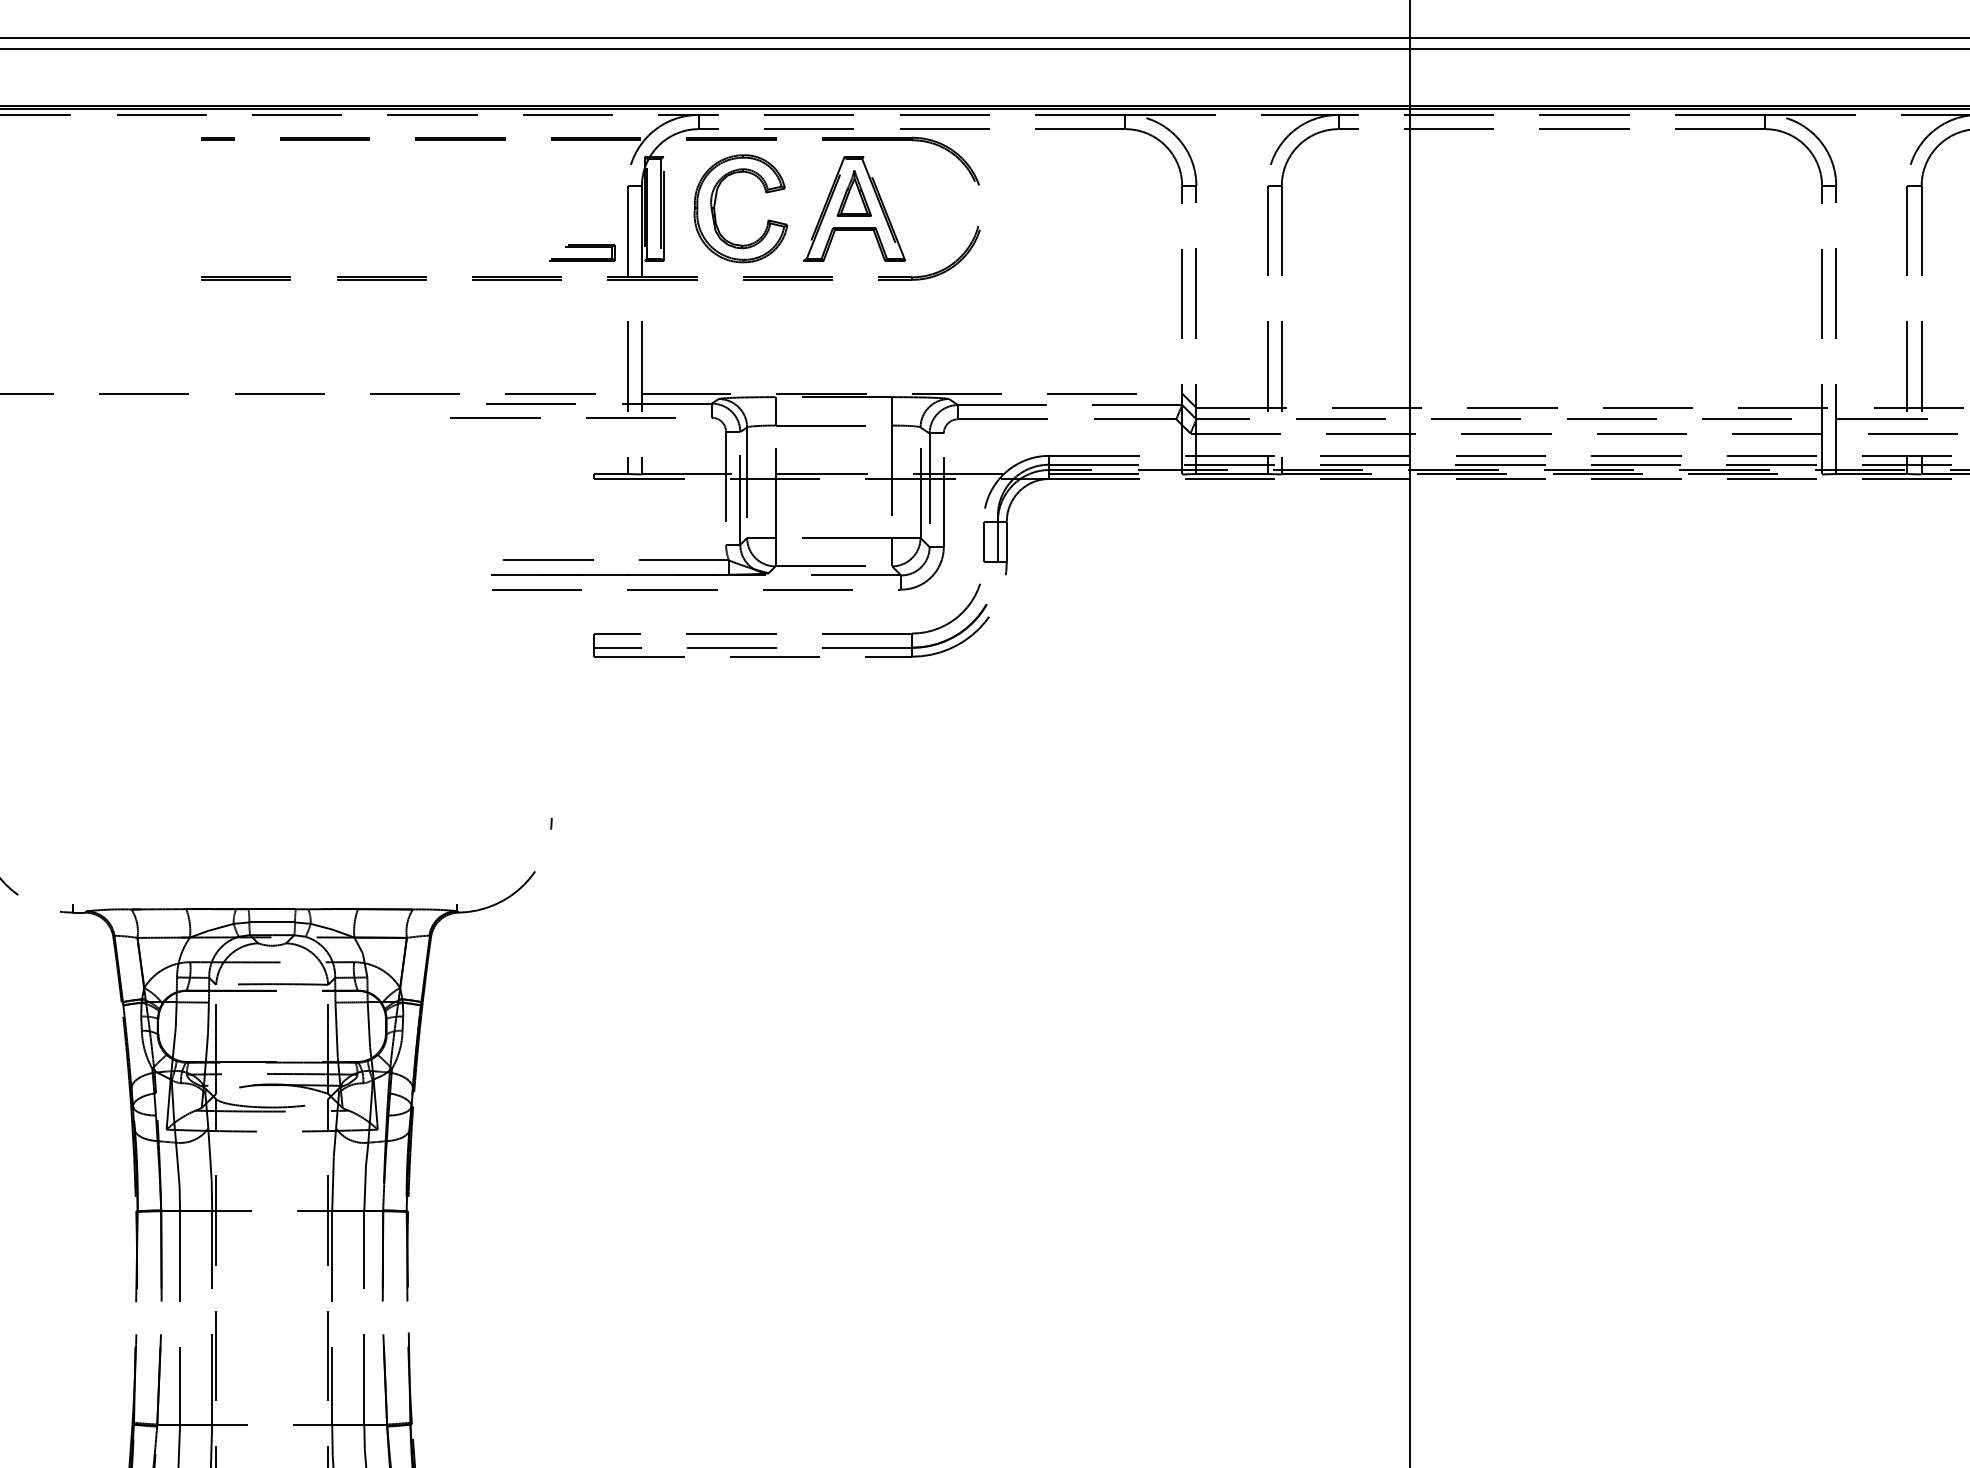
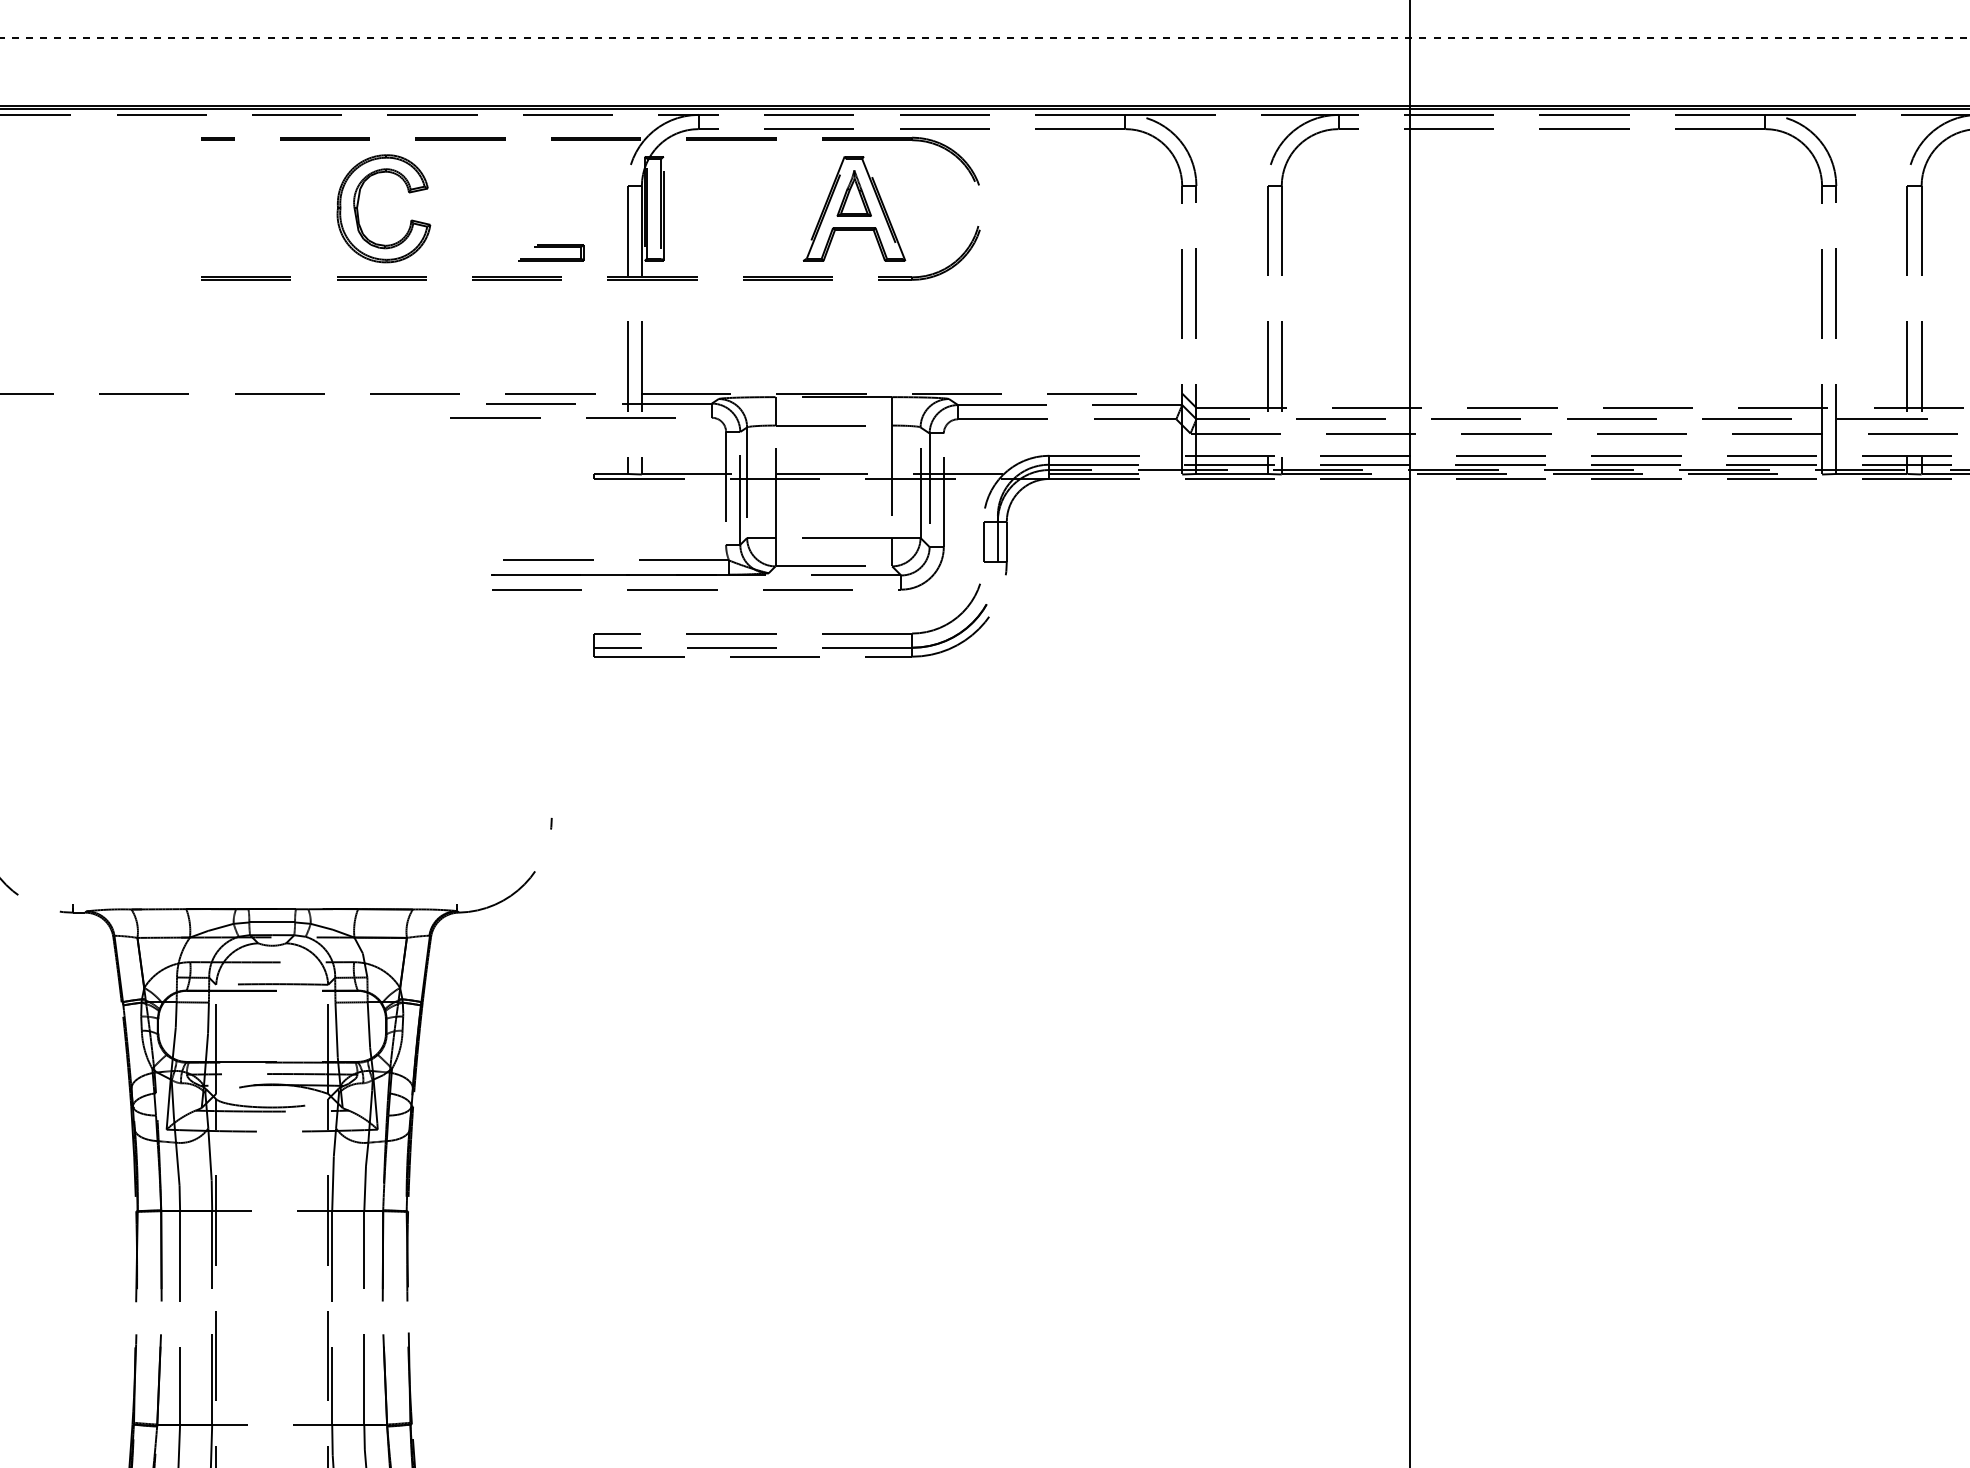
line at (984, 38): solid -> dashed
line at (984, 49): present -> none
part at (715, 209) position: (715, 209) -> (358, 209)
part at (582, 252) position: (582, 252) -> (551, 252)
